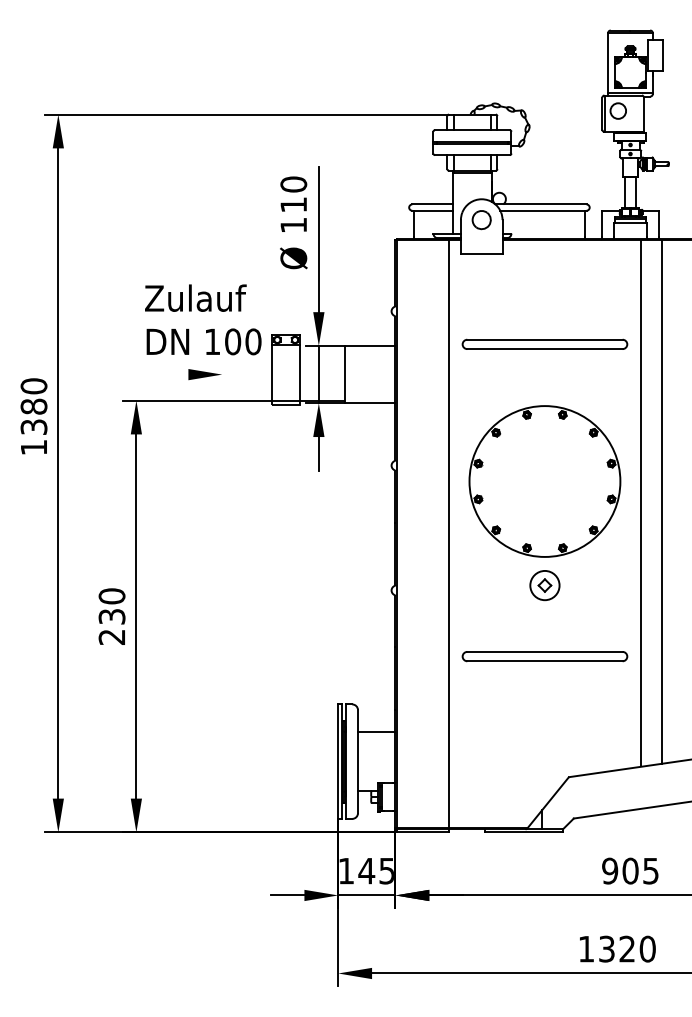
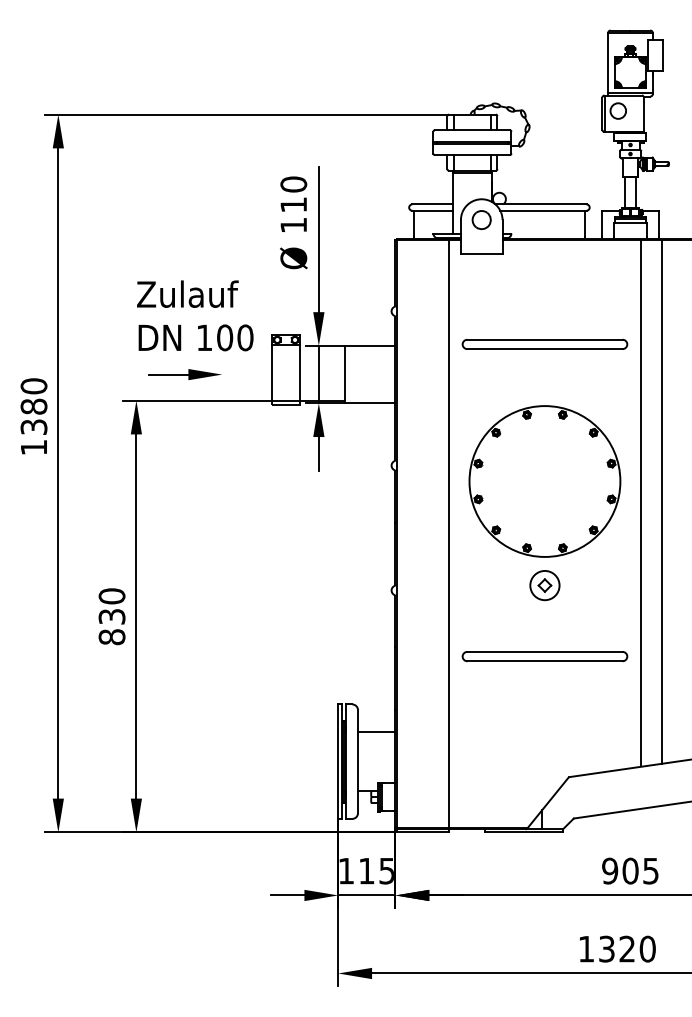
text at (203, 319) position: (203, 319) -> (195, 315)
line at (168, 374): none -> present
text at (111, 637): 230 -> 830
text at (366, 871): 145 -> 115
